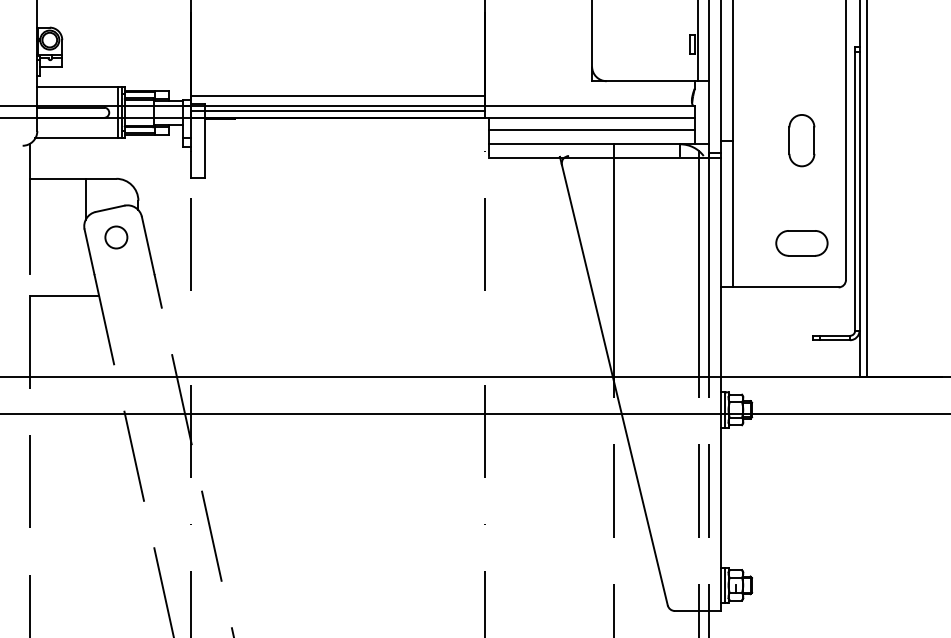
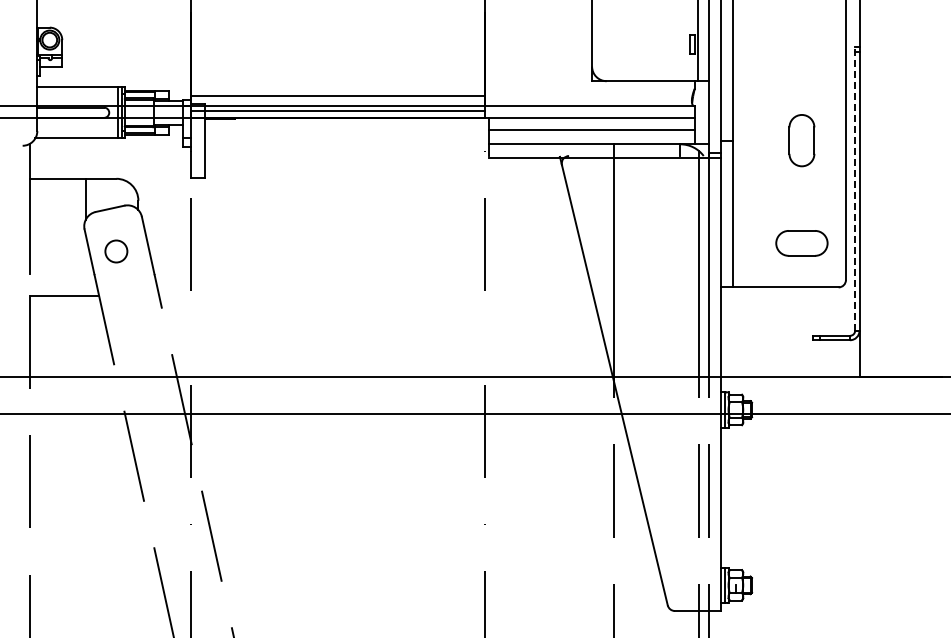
line at (855, 188): solid -> dashed
line at (866, 189): present -> none
circle at (116, 237) position: (116, 237) -> (116, 251)
